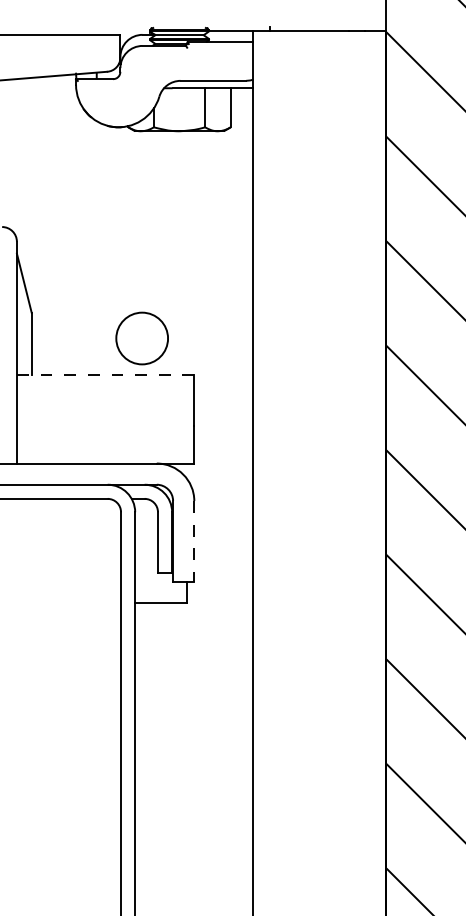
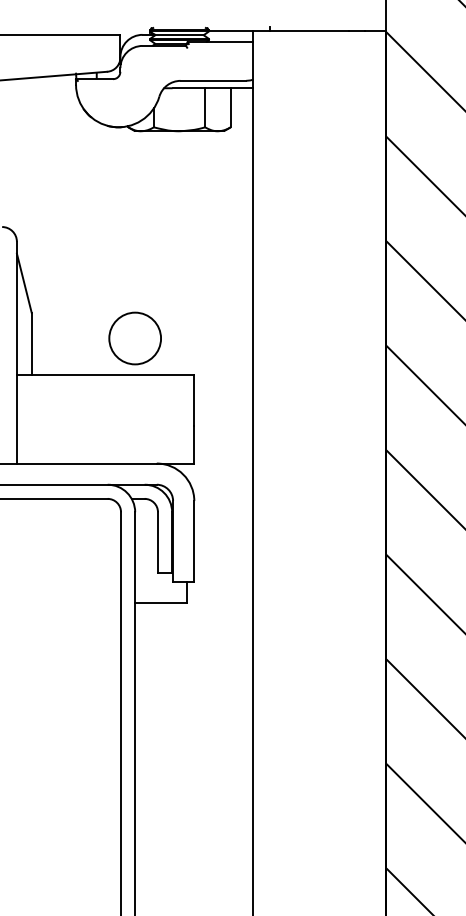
circle at (141, 338) position: (141, 338) -> (134, 338)
line at (105, 374): dashed -> solid
line at (194, 541): dashed -> solid
